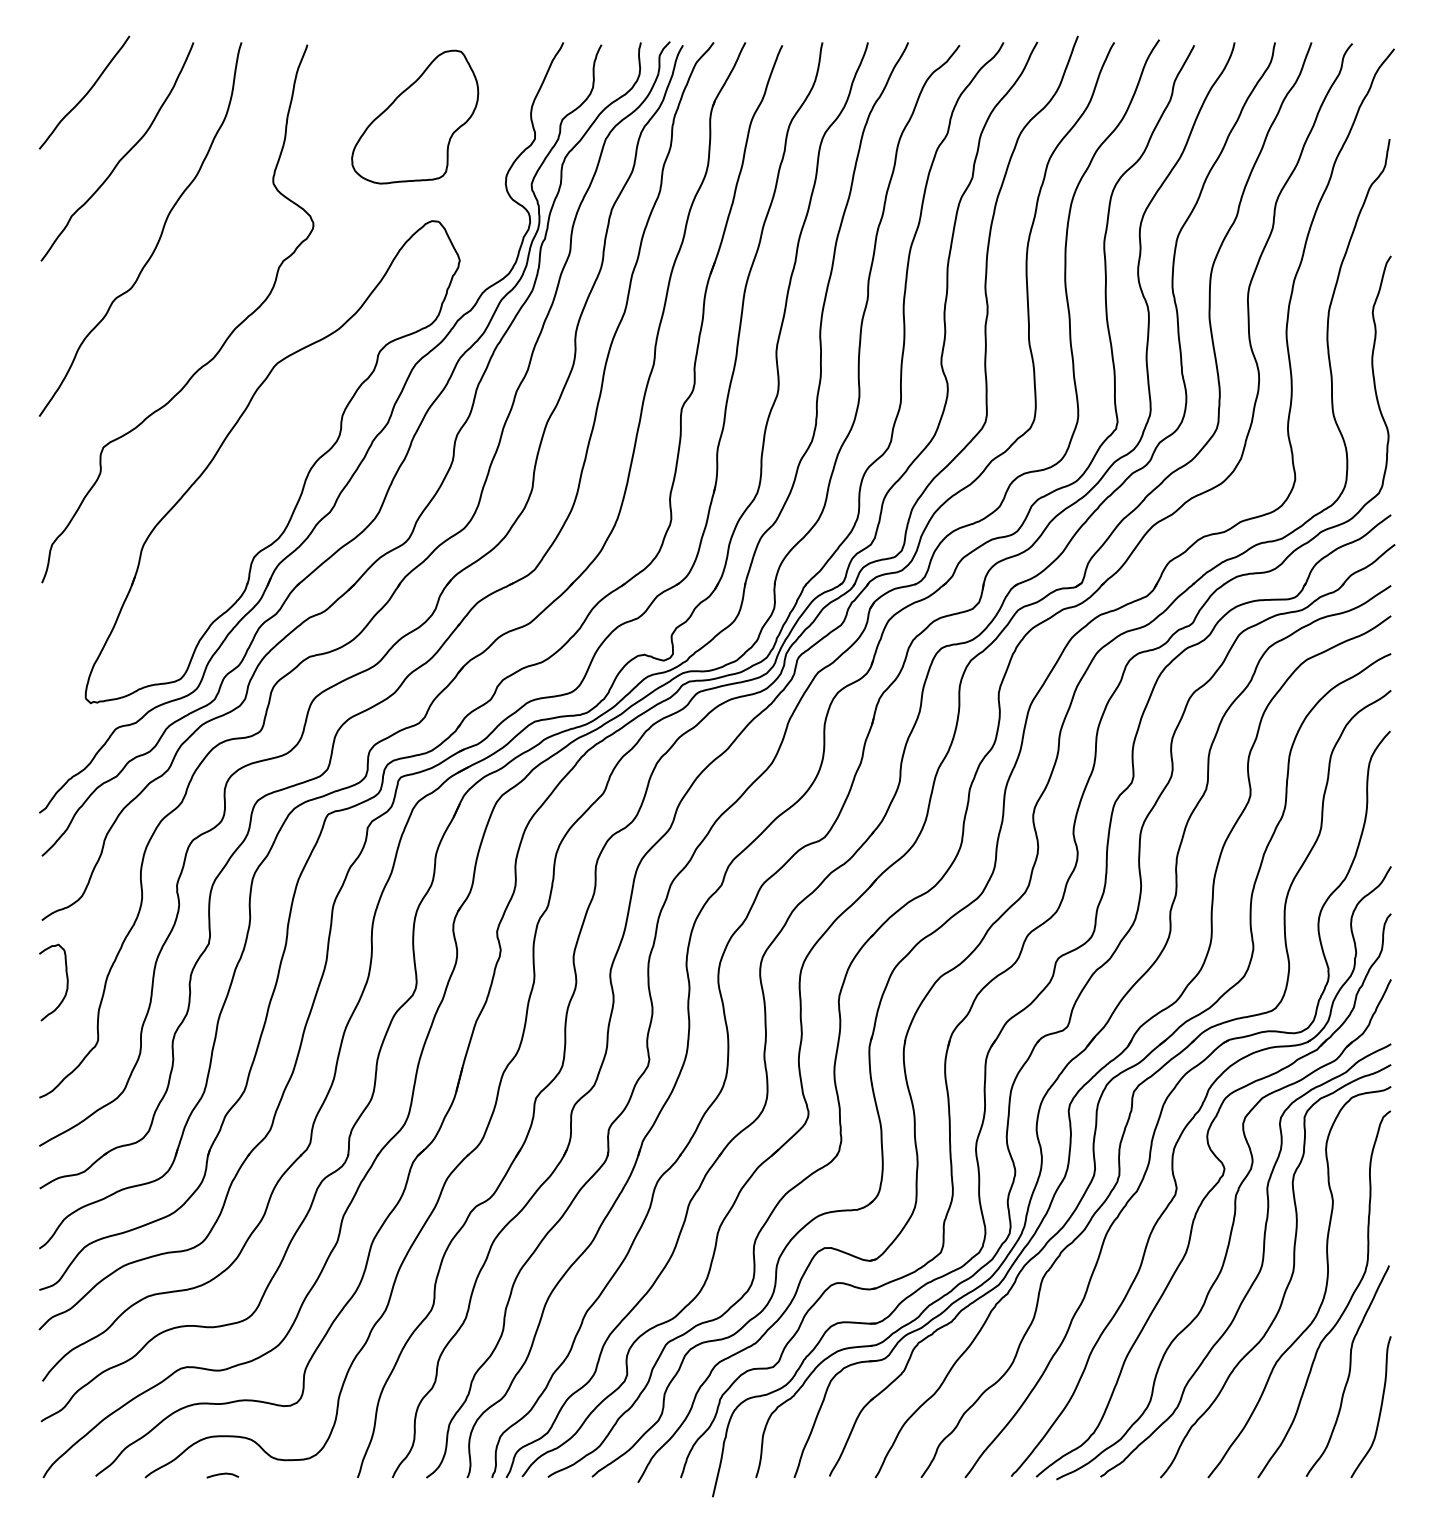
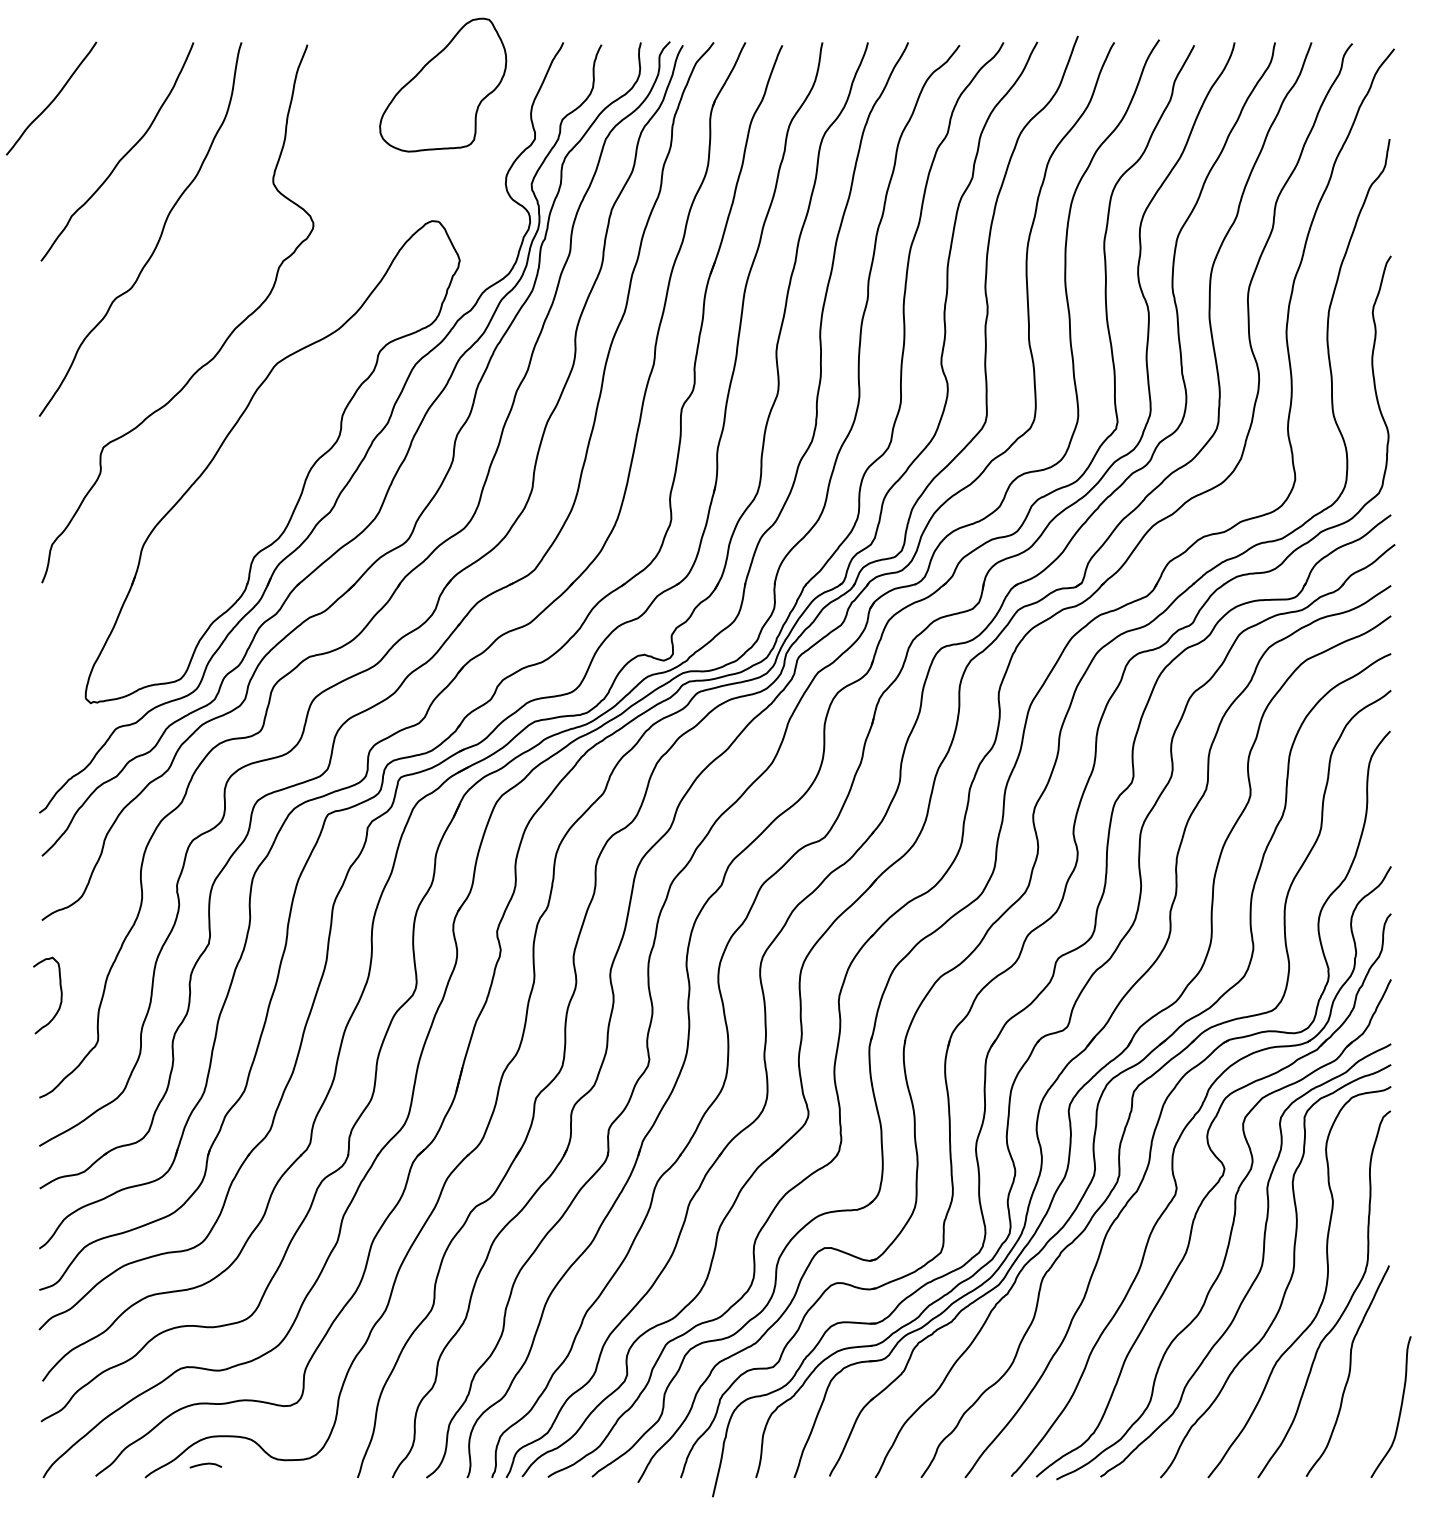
curve at (85, 93) position: (85, 93) -> (52, 99)
part at (415, 116) position: (415, 116) -> (443, 84)
curve at (66, 982) position: (66, 982) -> (60, 995)
curve at (1379, 1410) position: (1379, 1410) -> (1399, 1410)
curve at (222, 1474) position: (222, 1474) -> (205, 1464)
